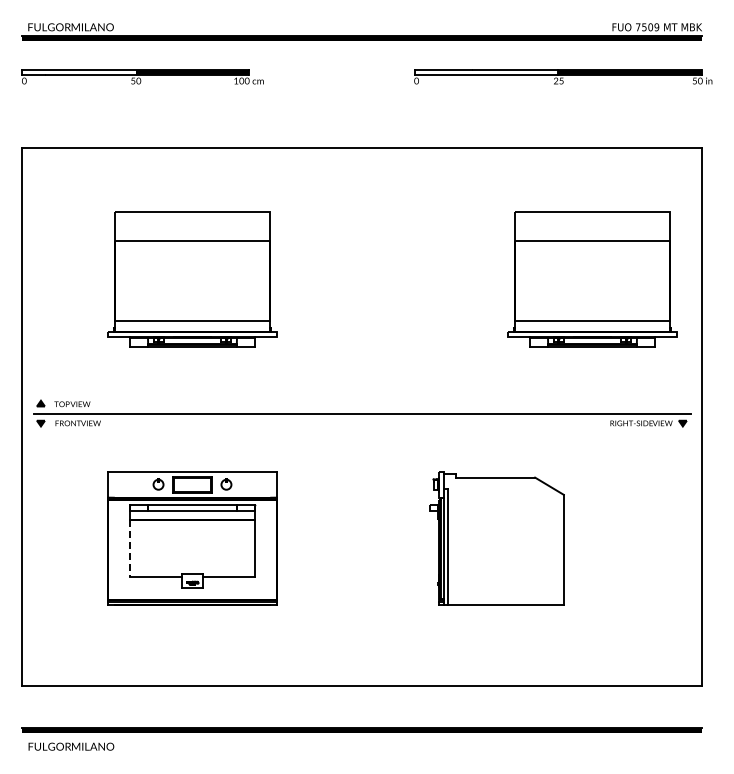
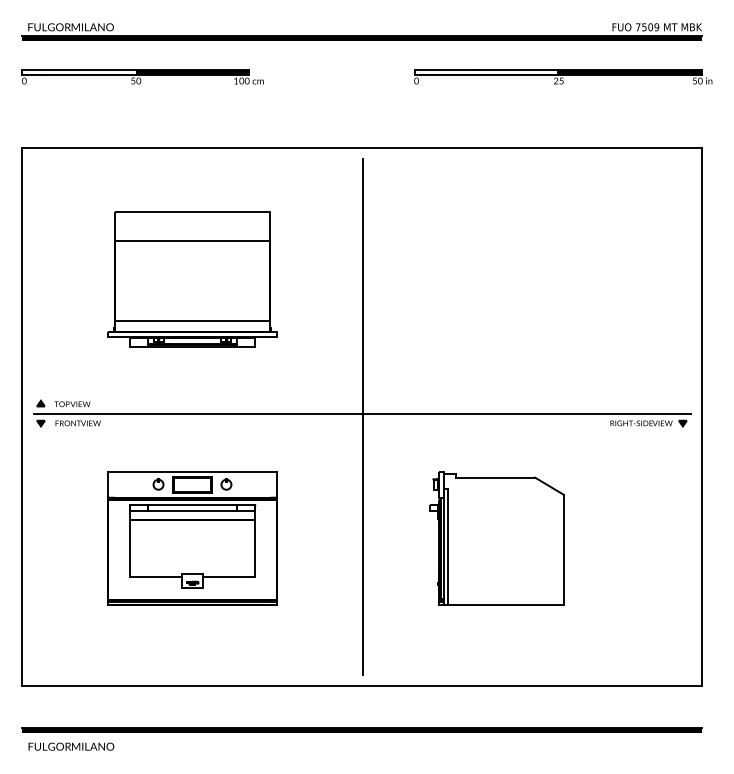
part at (592, 279): present -> none
line at (362, 417): none -> present
line at (129, 548): dashed -> solid
